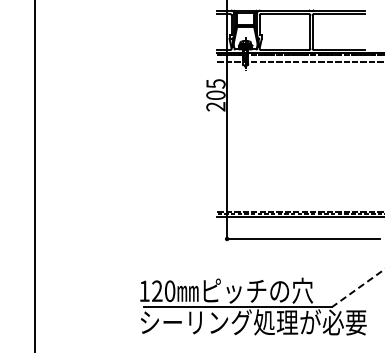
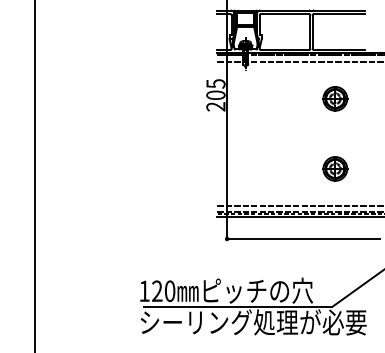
part at (335, 98): none -> present
part at (335, 168): none -> present
line at (299, 206): none -> present
line at (358, 288): dashed -> solid
